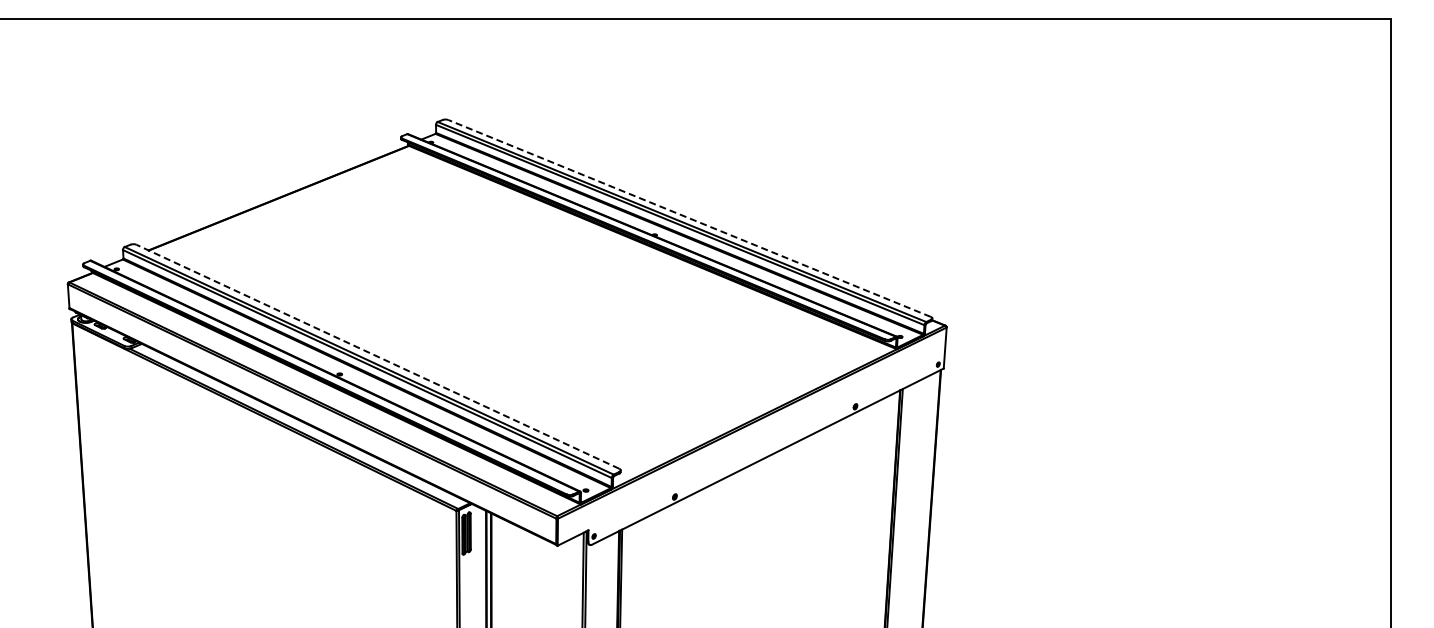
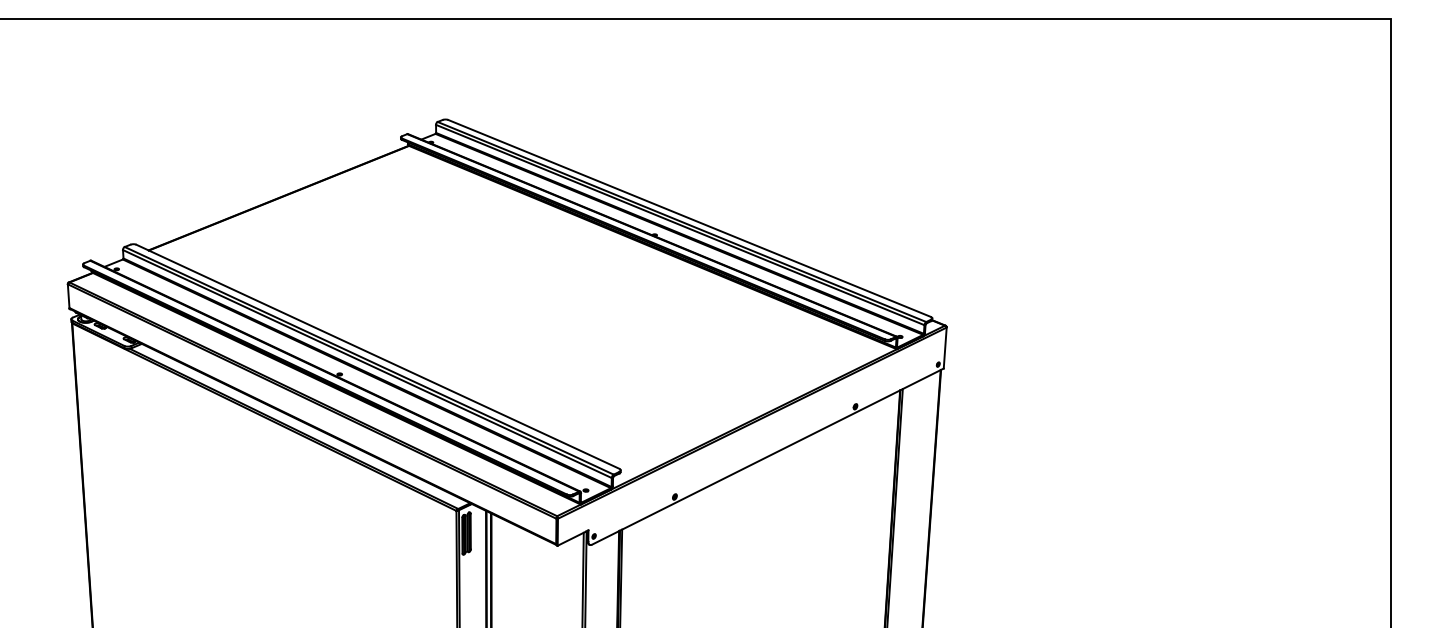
line at (689, 218): dashed -> solid
line at (377, 356): dashed -> solid
